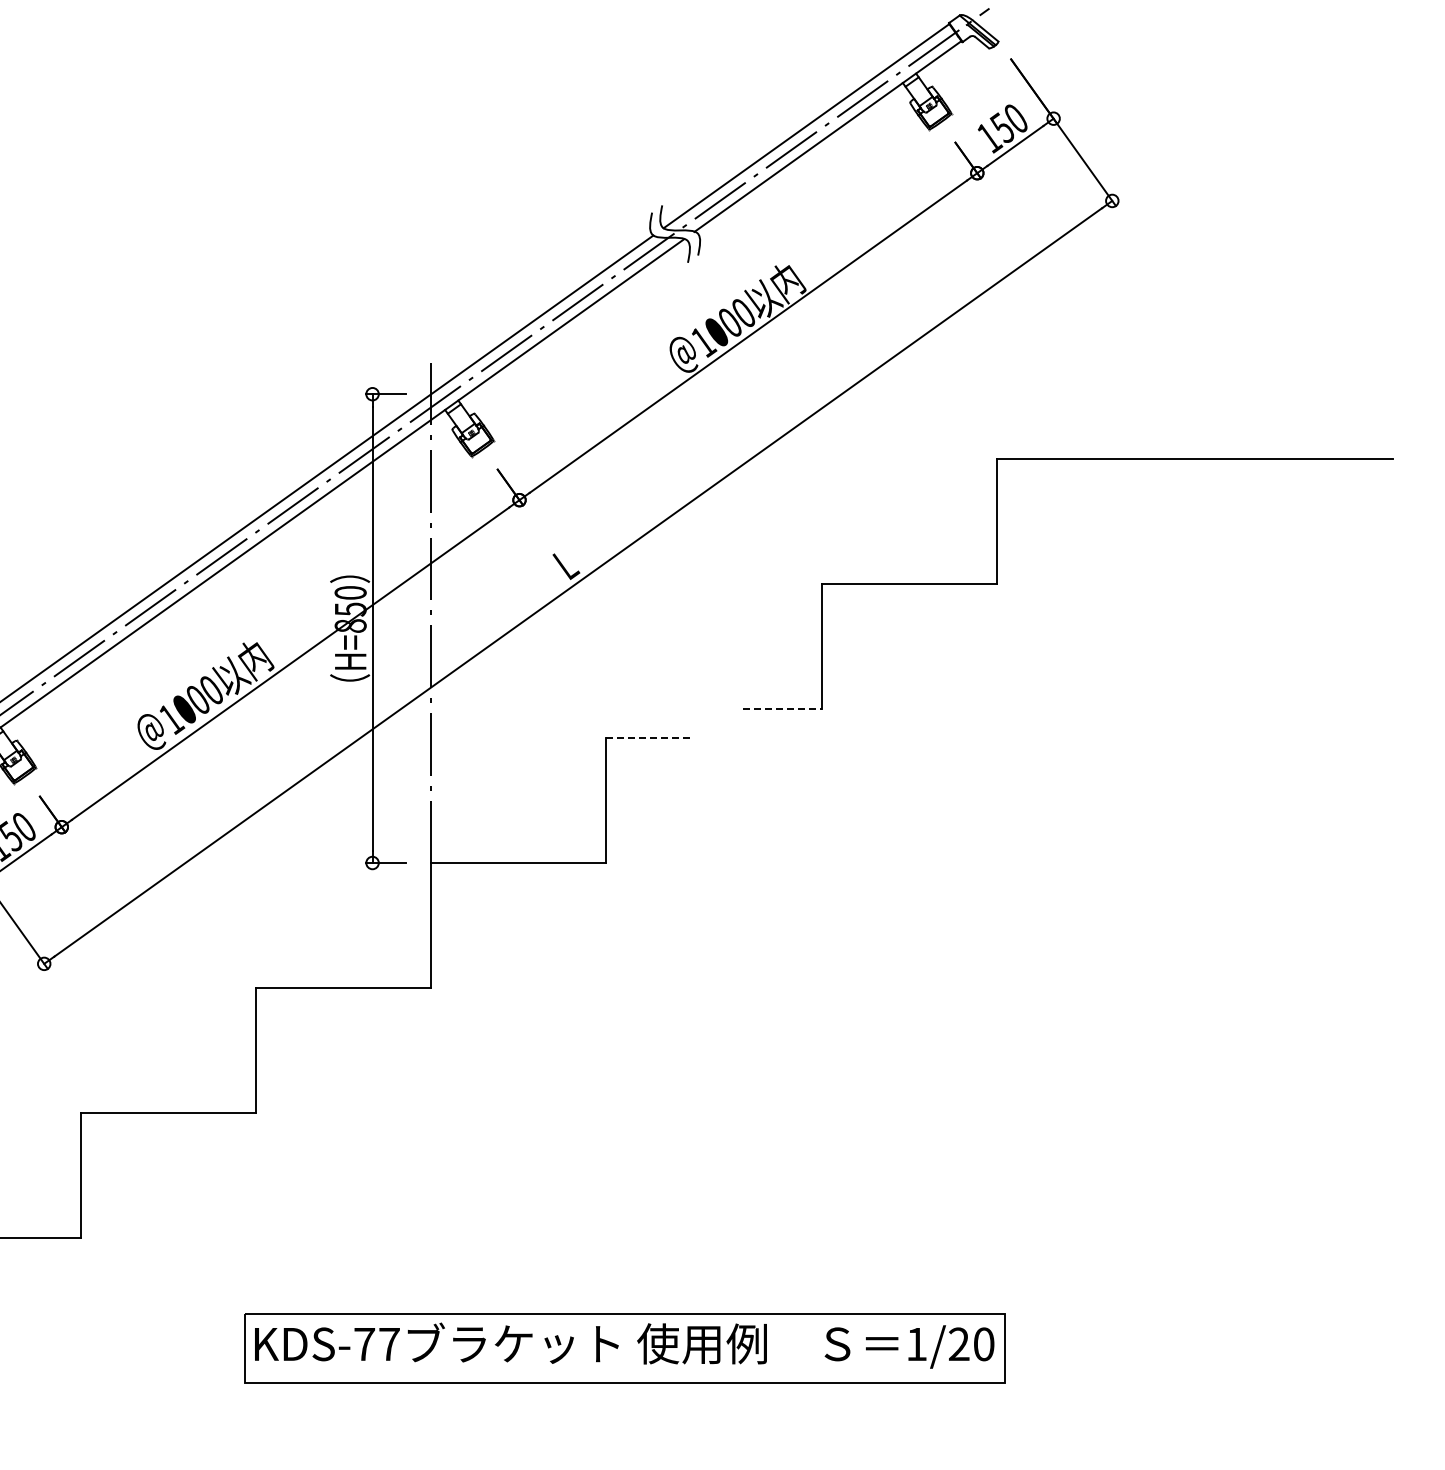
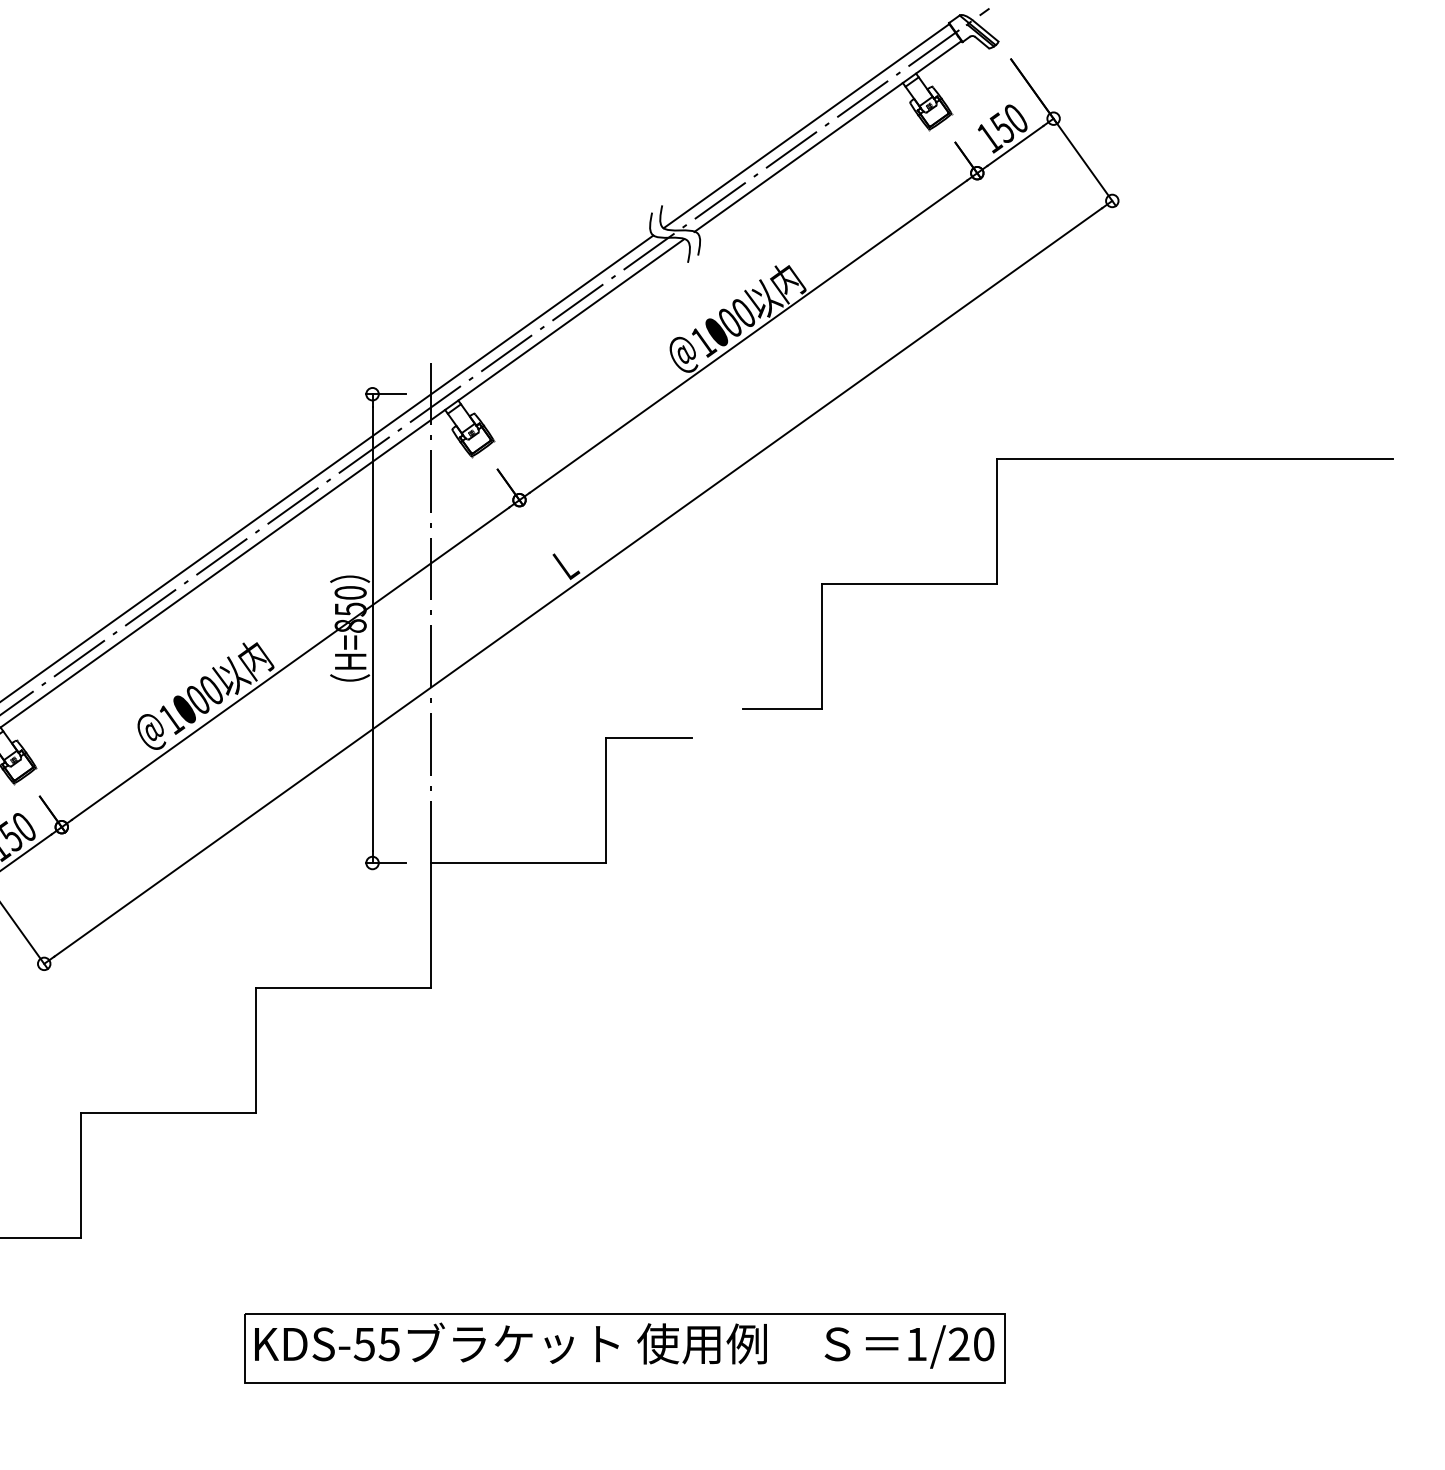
line at (783, 709): dashed -> solid
line at (649, 738): dashed -> solid
text at (376, 1344): KDS-77 -> KDS-55
